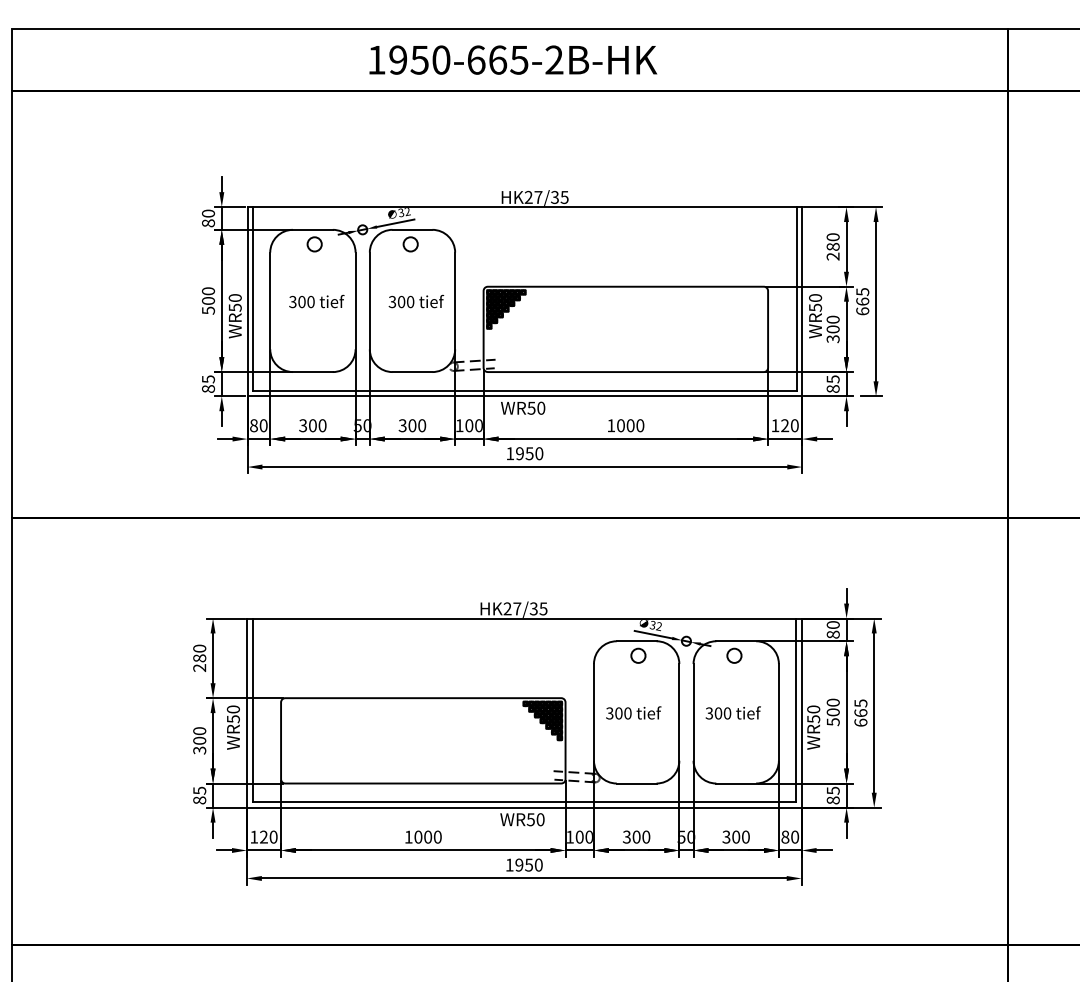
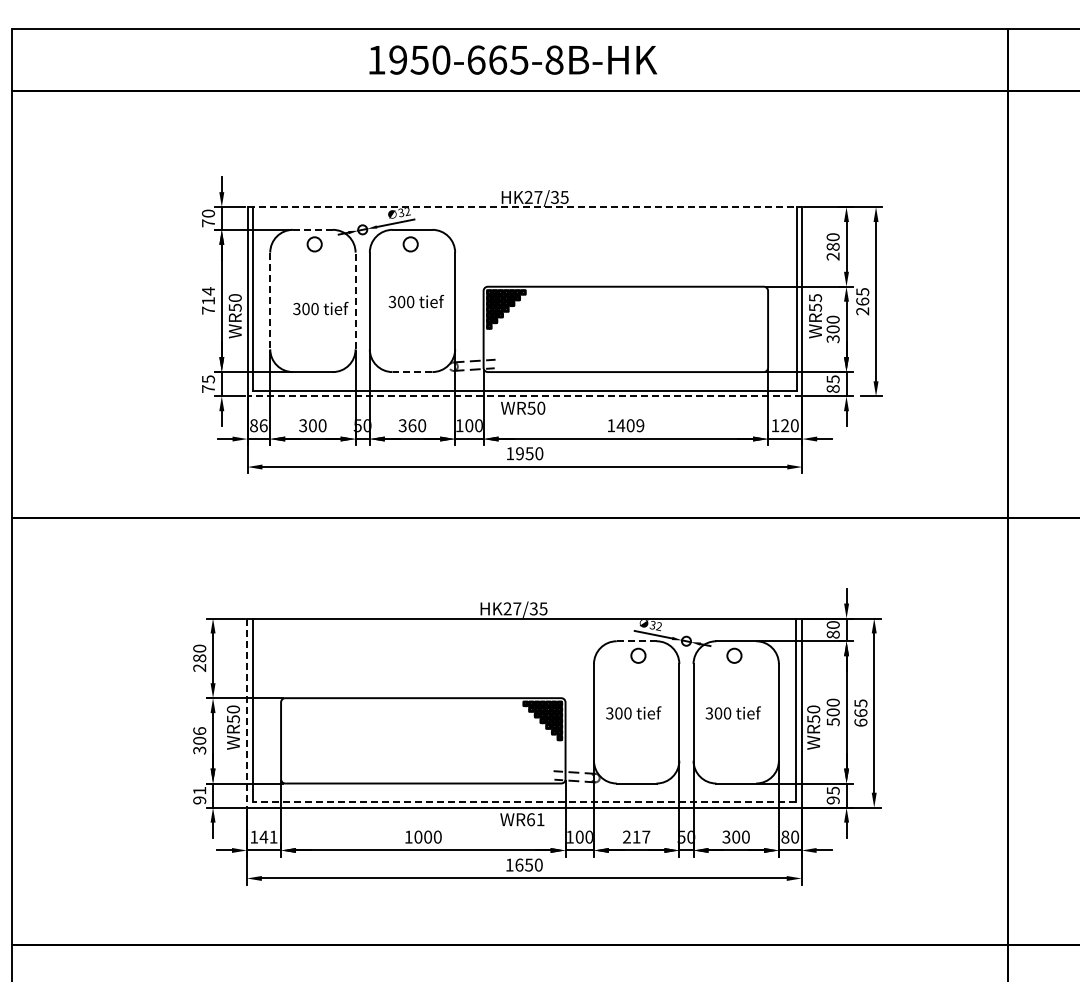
text at (554, 59): 1950-665-2B-HK -> 1950-665-8B-HK
line at (525, 207): solid -> dashed
text at (208, 223): 80 -> 70
line at (312, 229): solid -> dashed
text at (815, 298): WR50 -> WR55
text at (208, 300): 500 -> 714
line at (355, 300): solid -> dashed
line at (270, 301): solid -> dashed
text at (316, 301) position: (316, 301) -> (320, 308)
text at (862, 311): 665 -> 265
line at (412, 372): solid -> dashed
text at (208, 388): 85 -> 75
line at (524, 396): solid -> dashed
text at (263, 425): 80 -> 86
text at (412, 425): 300 -> 360
text at (630, 425): 1000 -> 1409
line at (636, 641): solid -> dashed
line at (246, 713): solid -> dashed
text at (199, 731): 300 -> 306
text at (199, 795): 85 -> 91
text at (832, 800): 85 -> 95
line at (524, 802): solid -> dashed
text at (535, 819): WR50 -> WR61
text at (268, 836): 120 -> 141
text at (636, 836): 300 -> 217
text at (519, 864): 1950 -> 1650
